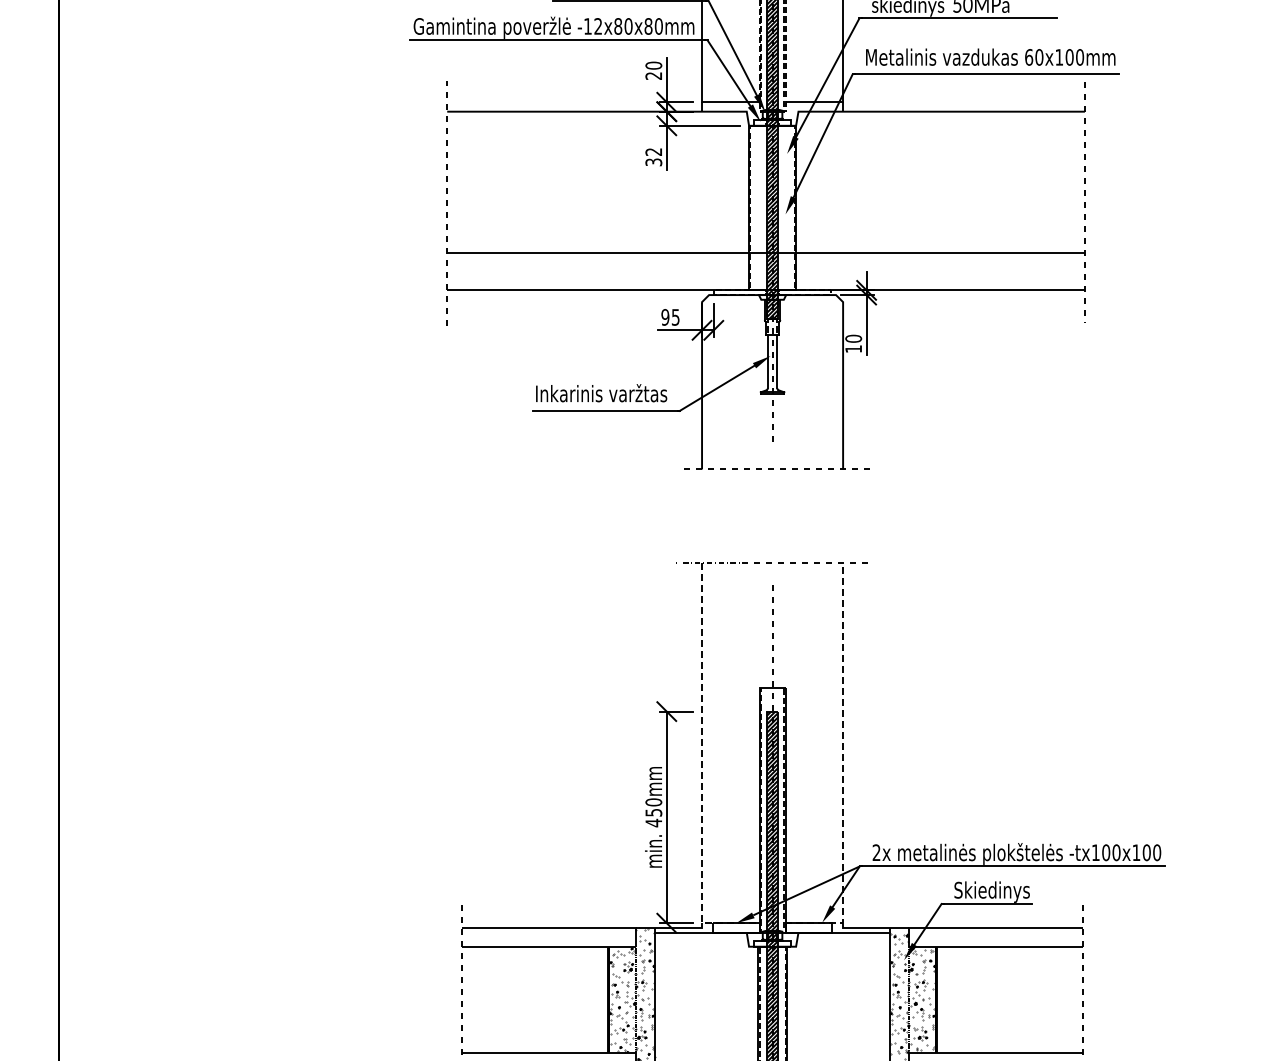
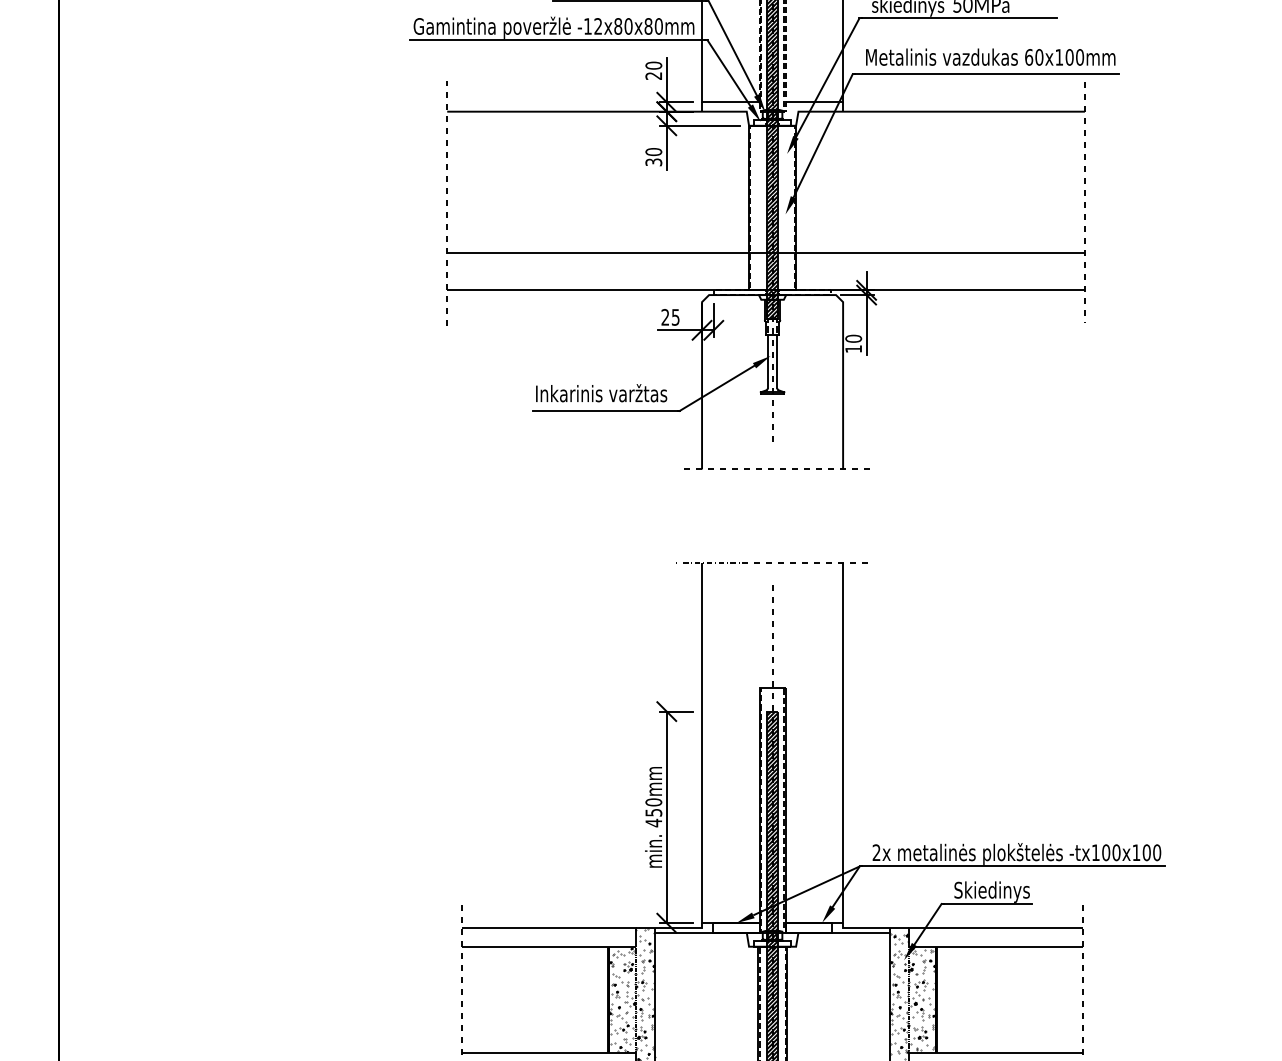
text at (653, 152): 32 -> 30
text at (665, 317): 95 -> 25
line at (702, 772): dashed -> solid
line at (843, 772): dashed -> solid
